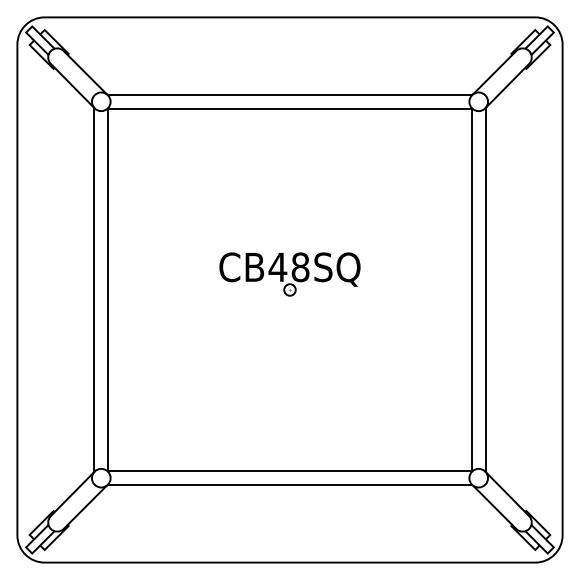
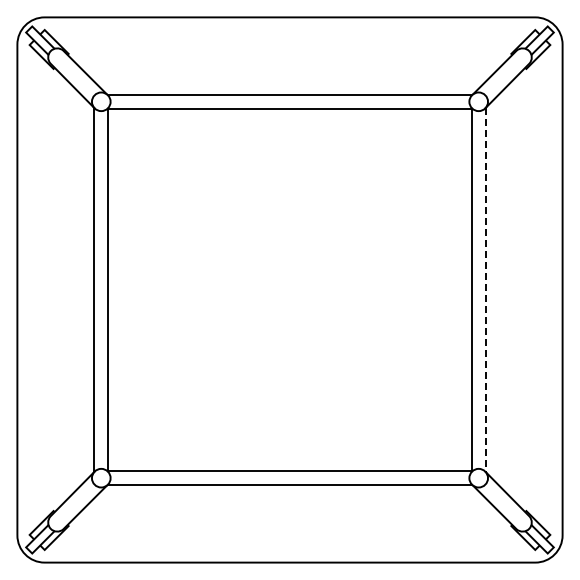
part at (289, 274): present -> none
line at (485, 290): solid -> dashed
